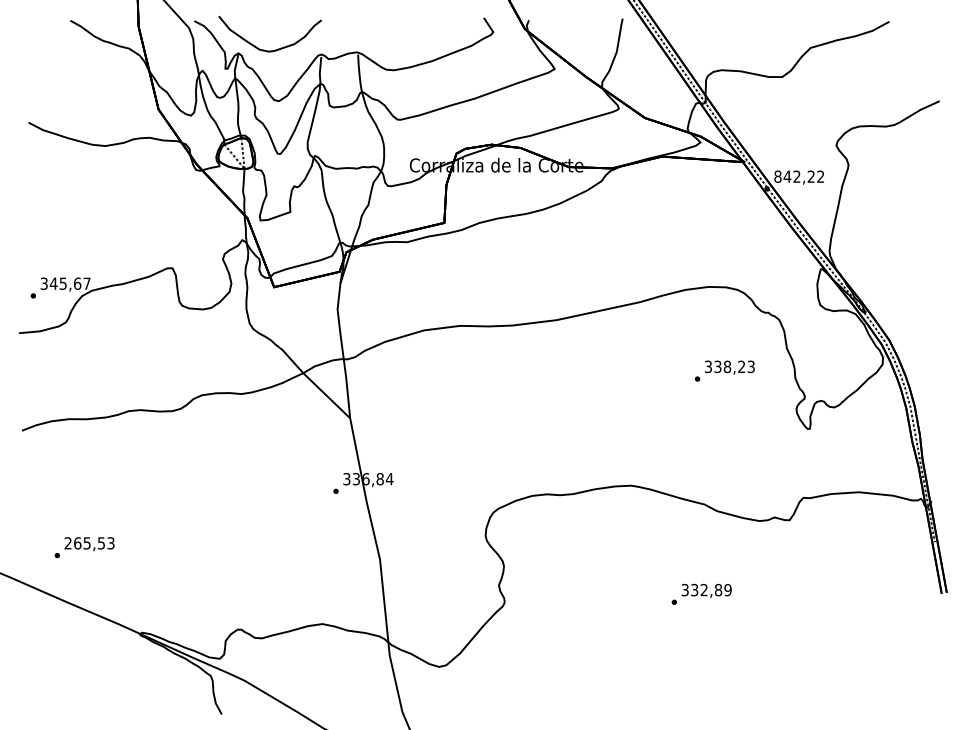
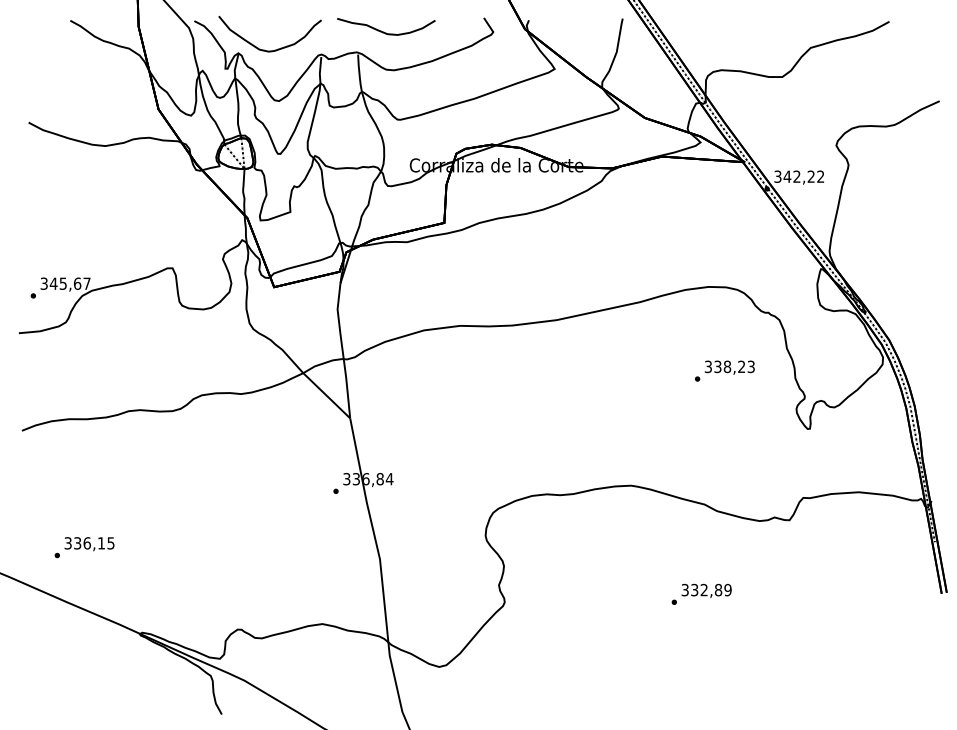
curve at (383, 31): none -> present
text at (777, 176): 842,22 -> 342,22
text at (89, 543): 265,53 -> 336,15
